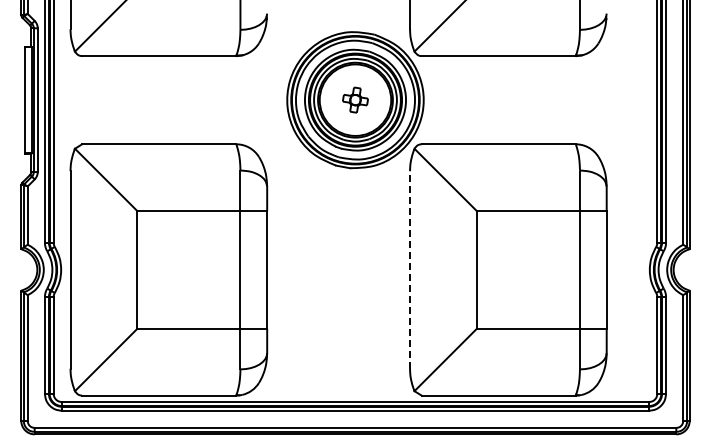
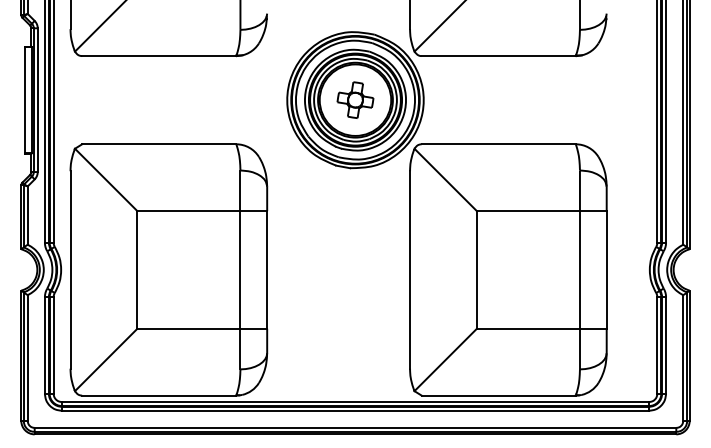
part at (355, 99) size: 27x28 px -> 39x38 px
line at (410, 269): dashed -> solid
